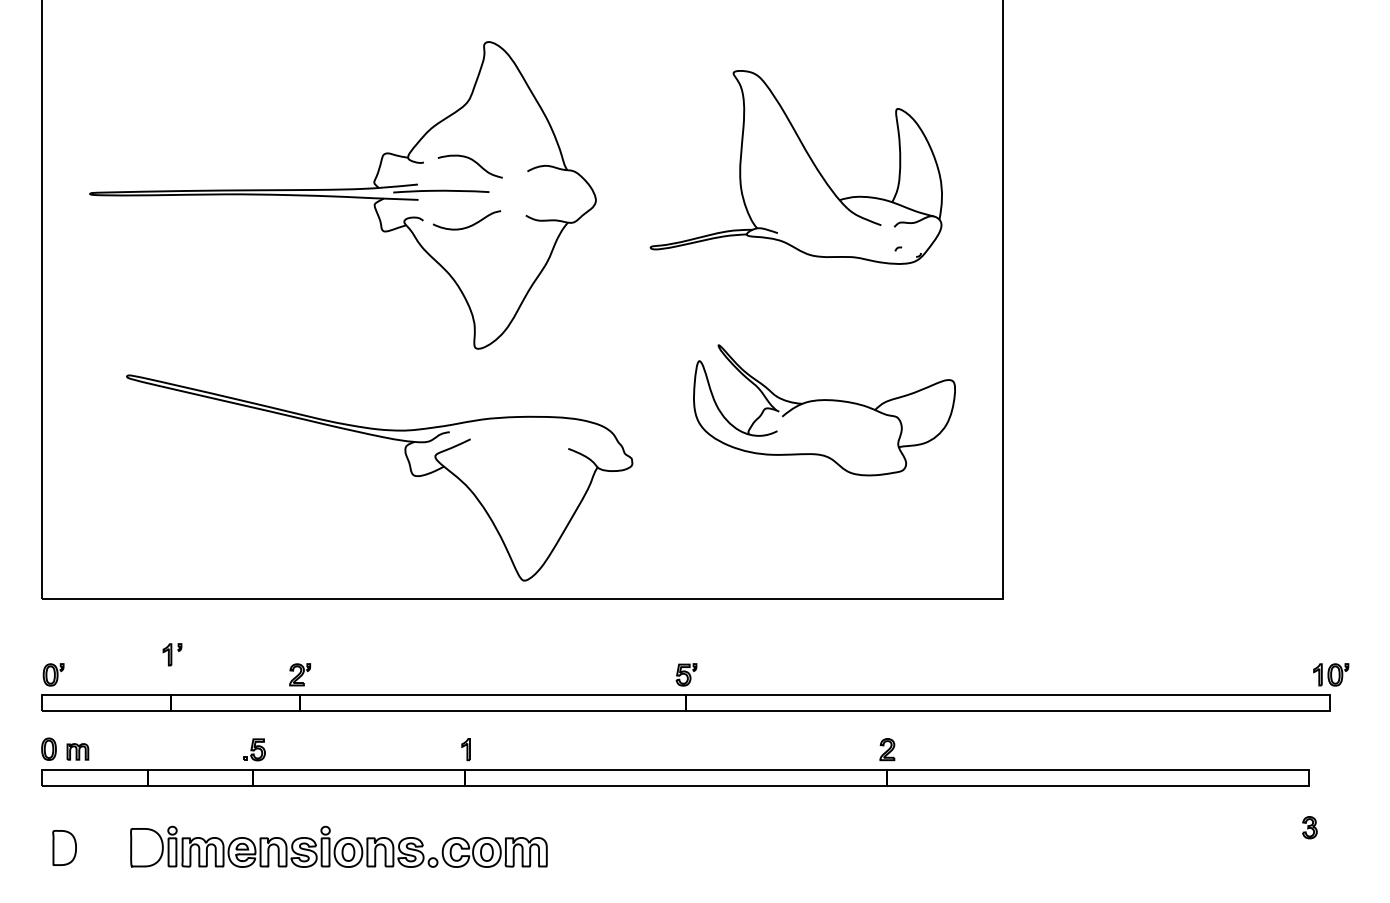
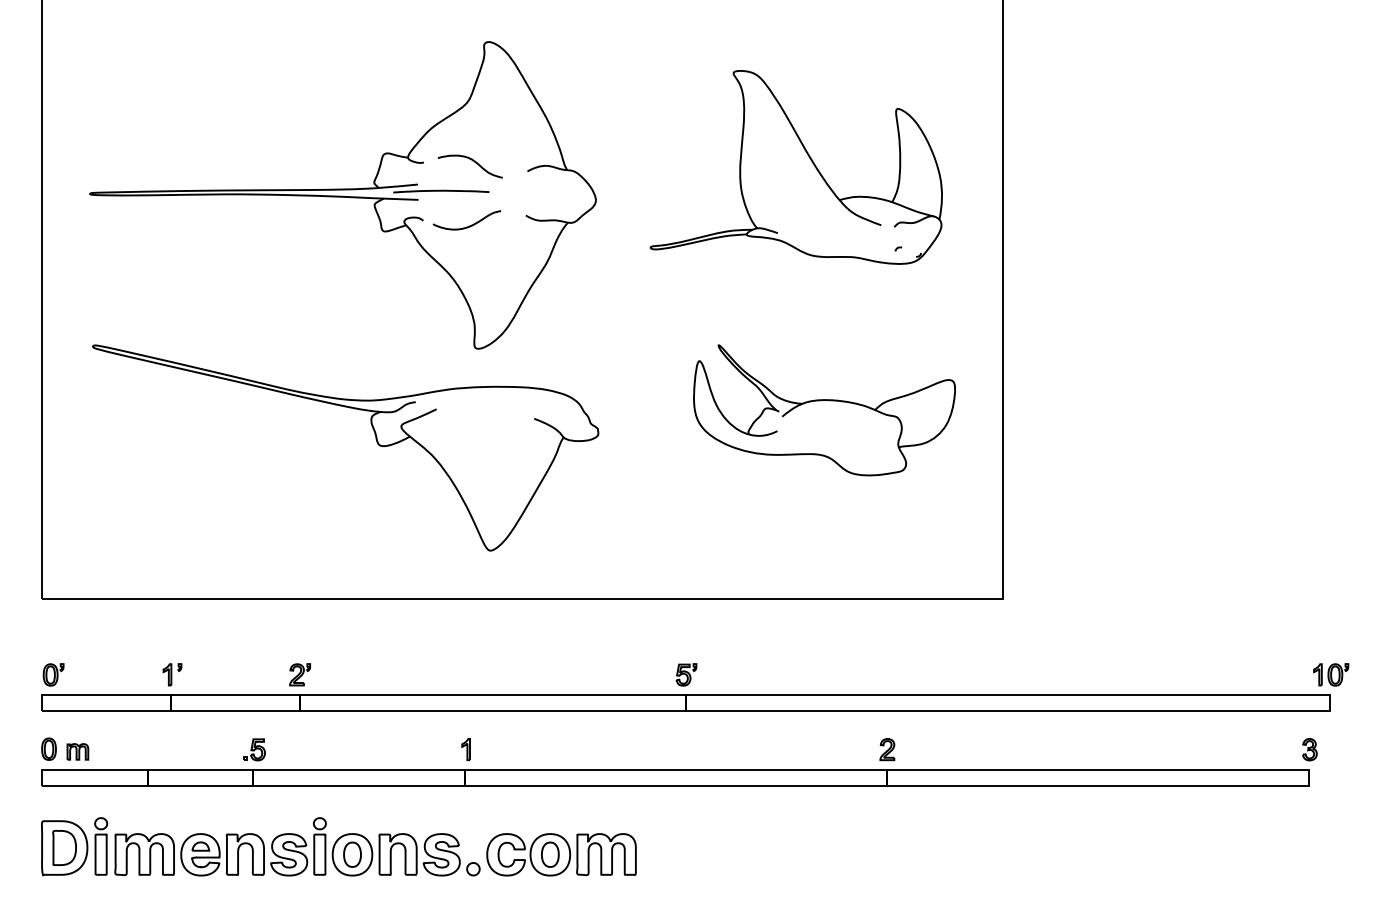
part at (409, 469) position: (409, 469) -> (375, 439)
part at (172, 654) position: (172, 654) -> (172, 674)
part at (1309, 827) position: (1309, 827) -> (1309, 749)
part at (338, 846) size: 418x43 px -> 596x60 px
